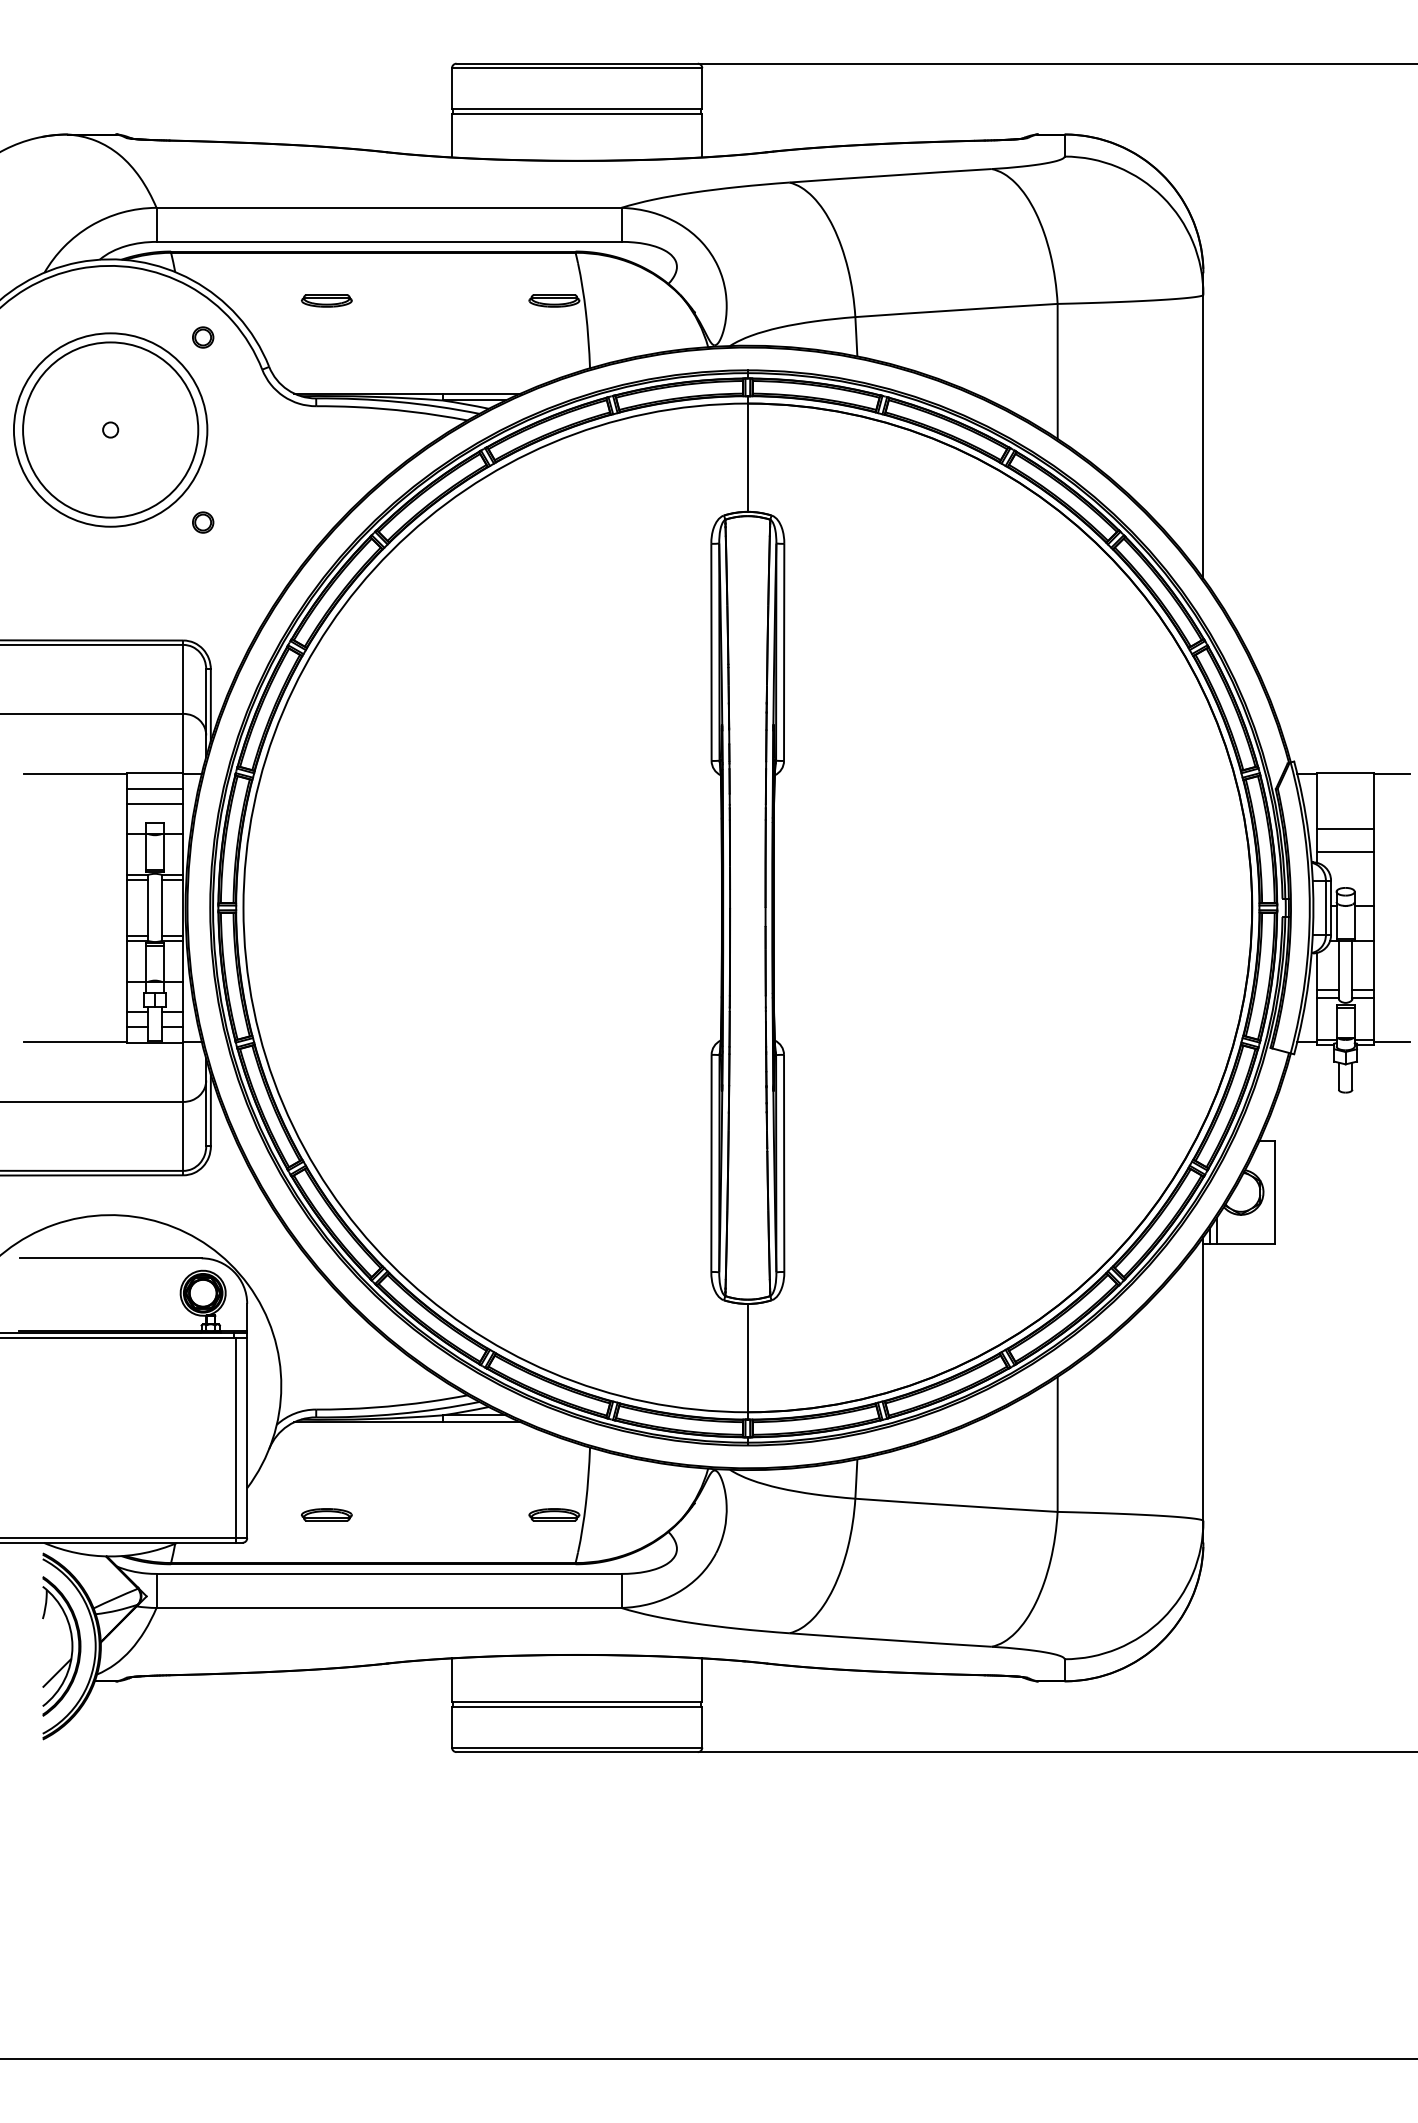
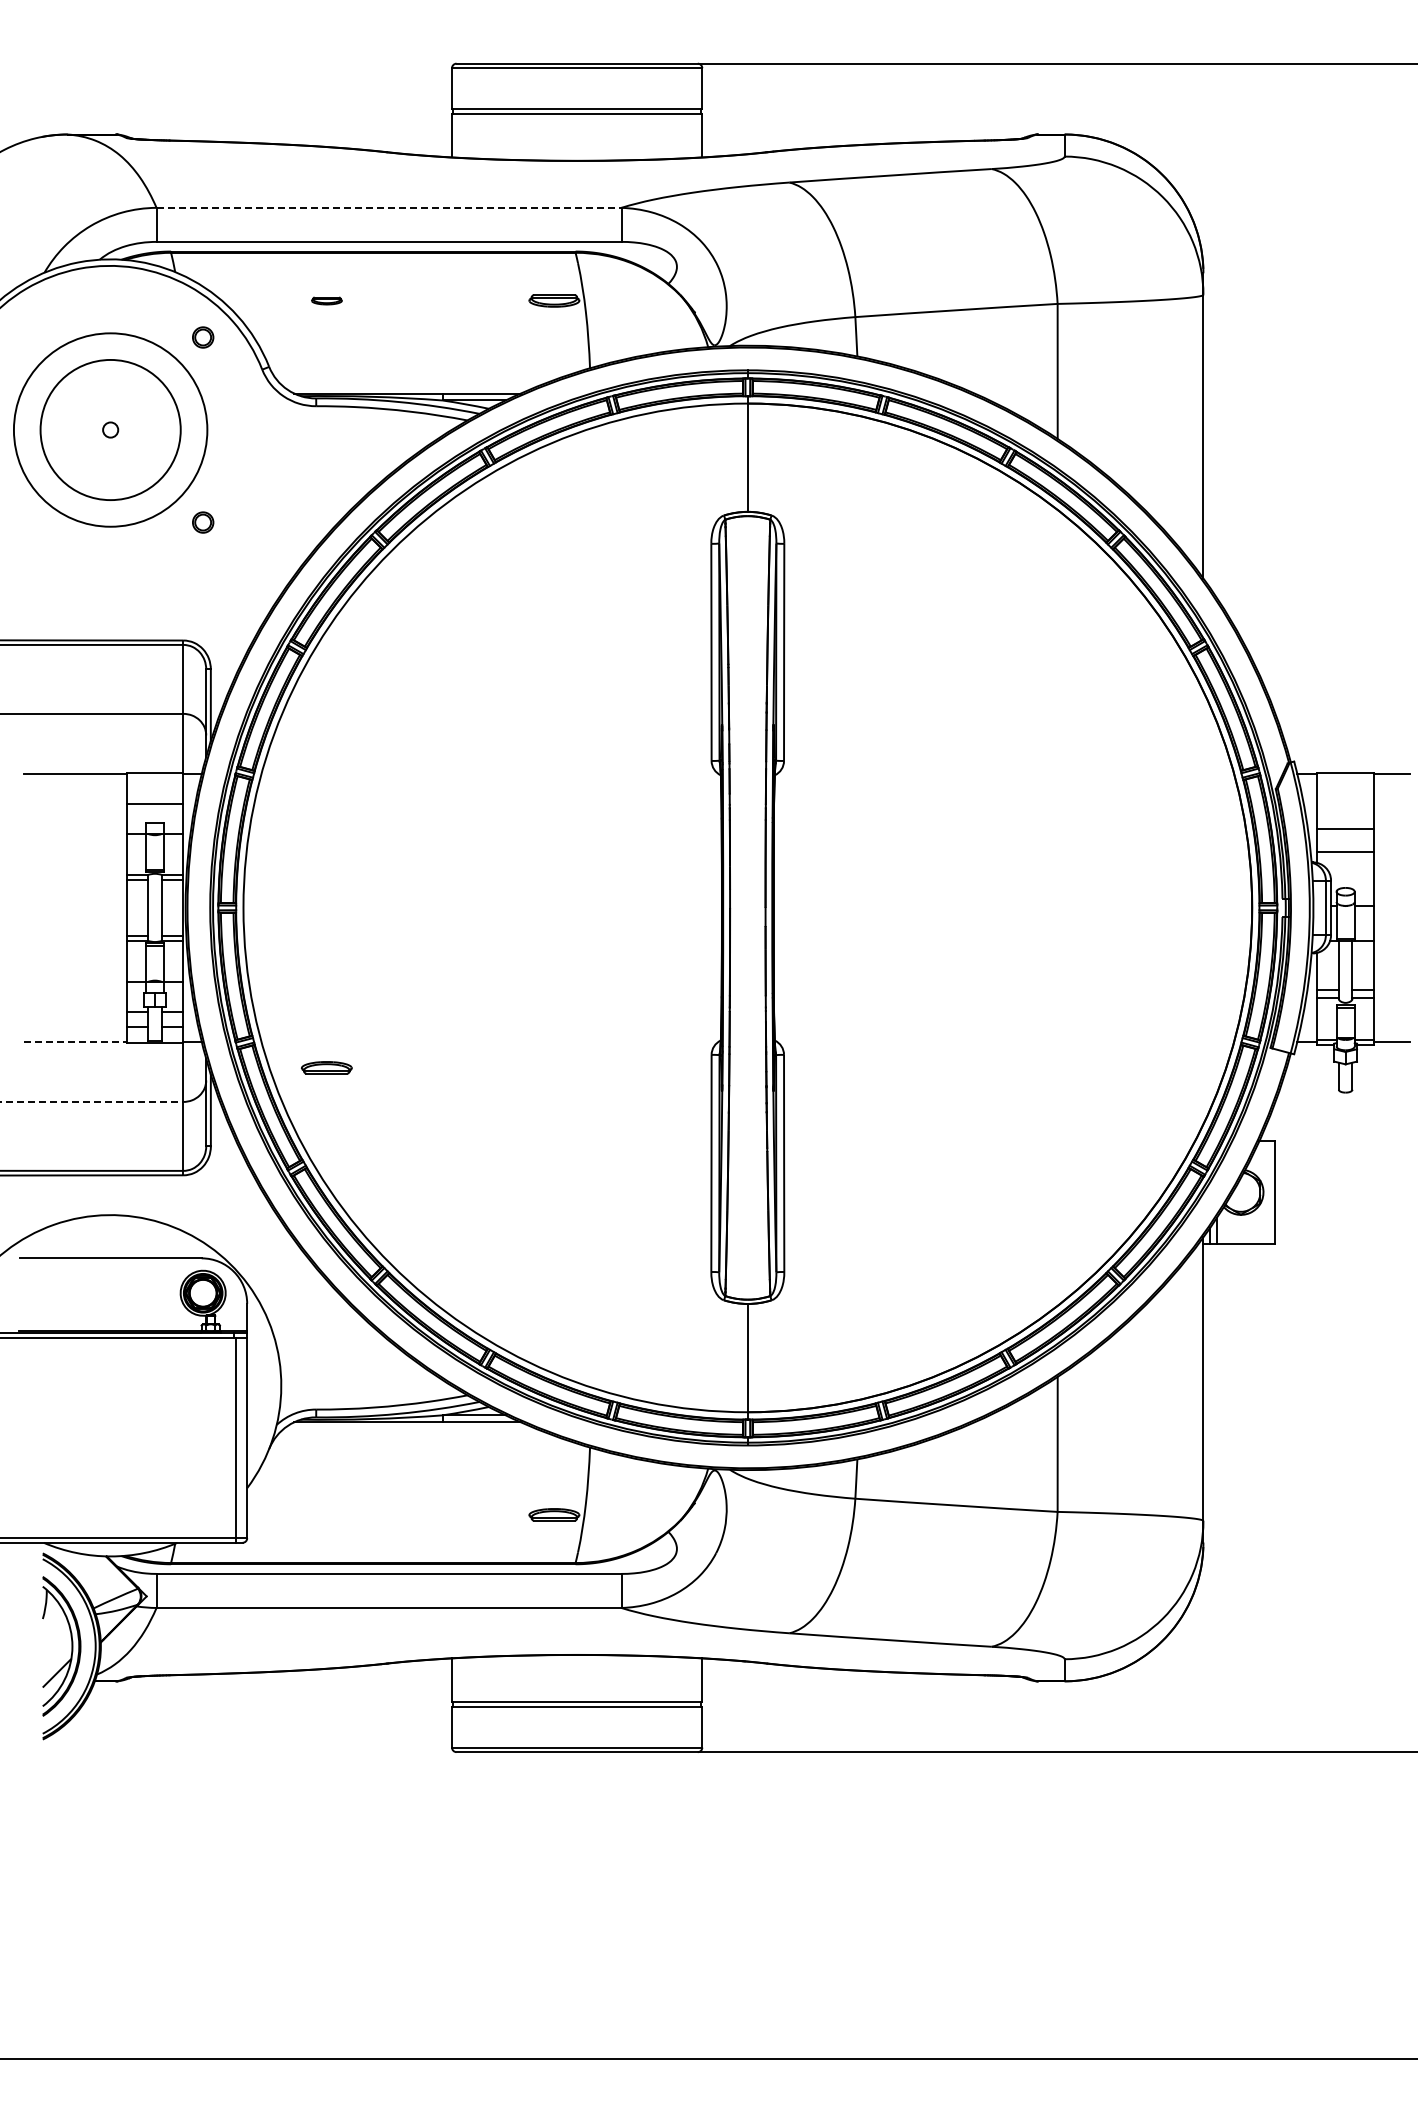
line at (389, 207): solid -> dashed
part at (326, 300) size: 52x14 px -> 32x10 px
circle at (110, 429) diameter: 175 px -> 140 px
line at (154, 788): present -> none
line at (75, 1042): solid -> dashed
line at (91, 1101): solid -> dashed
part at (326, 1514) position: (326, 1514) -> (326, 1067)
